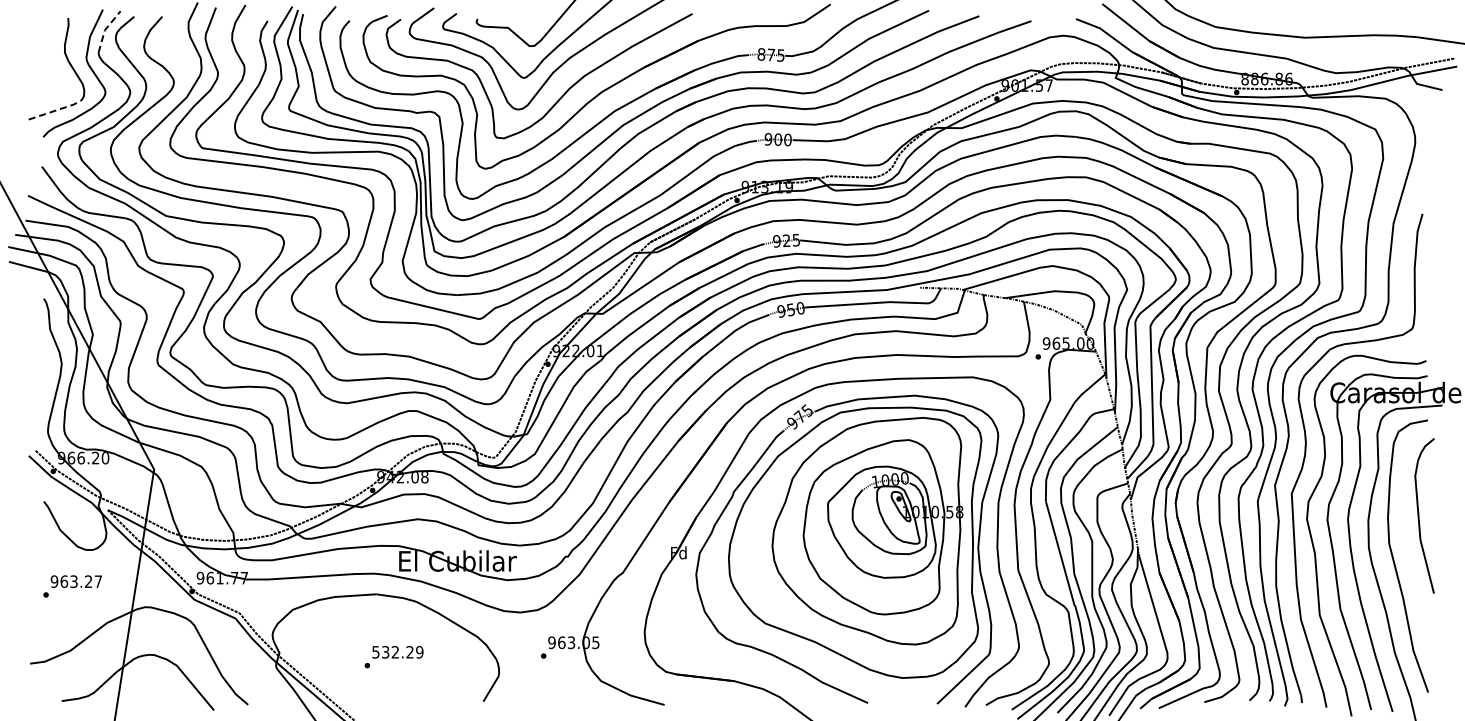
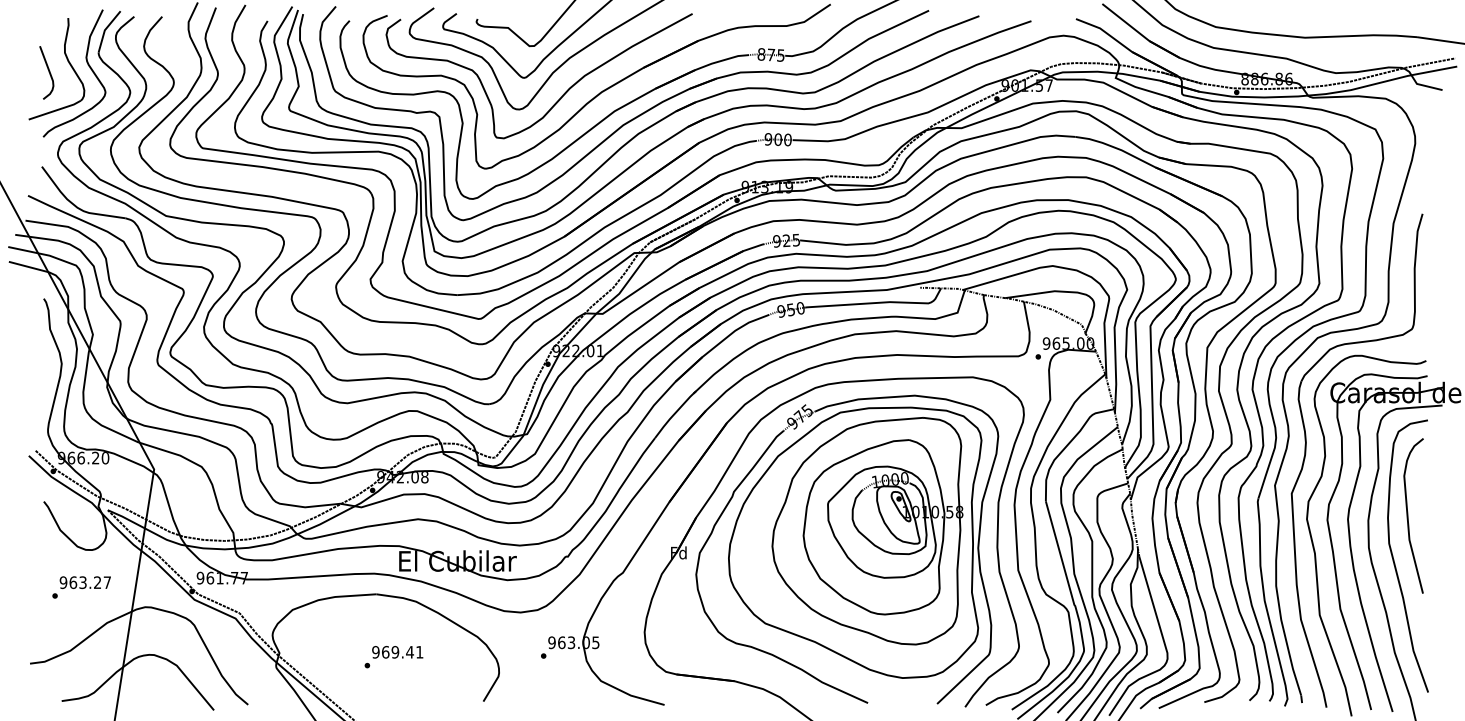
line at (104, 30): dashed -> solid
curve at (48, 72): none -> present
line at (56, 110): dashed -> solid
curve at (1419, 515) position: (1419, 515) -> (1408, 515)
text at (72, 586) position: (72, 586) -> (81, 587)
text at (397, 651): 532.29 -> 969.41
